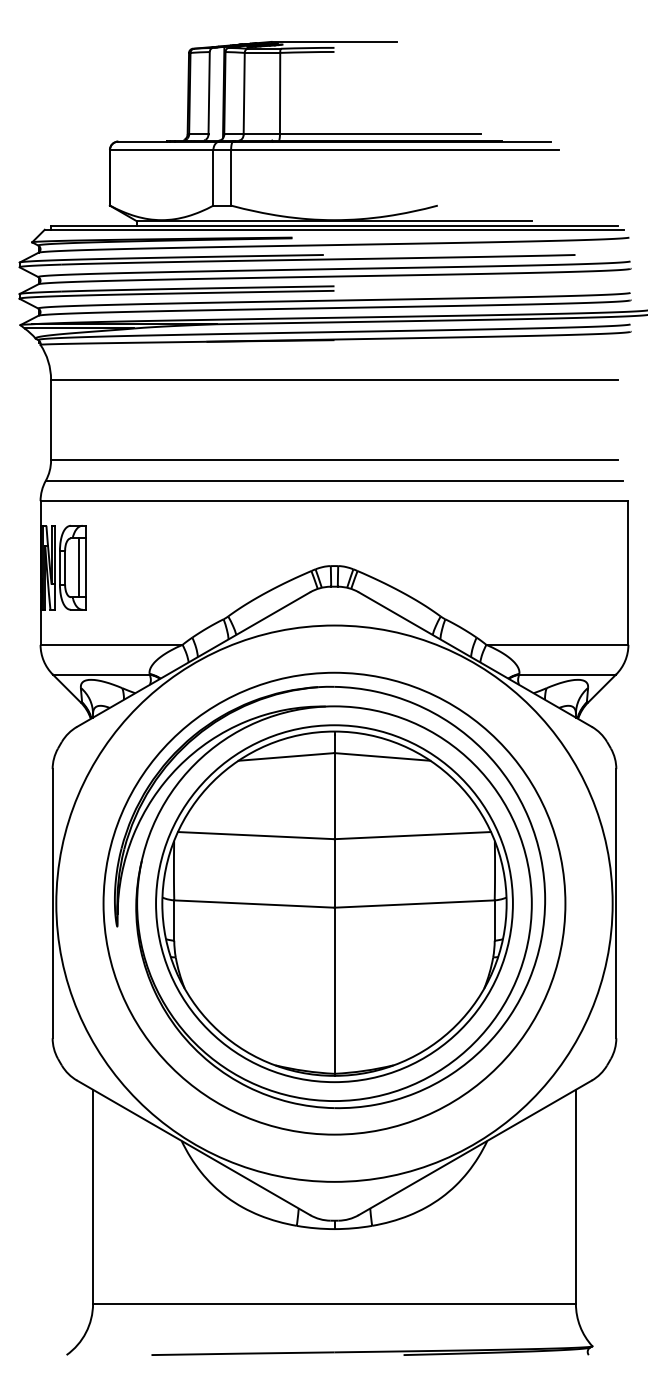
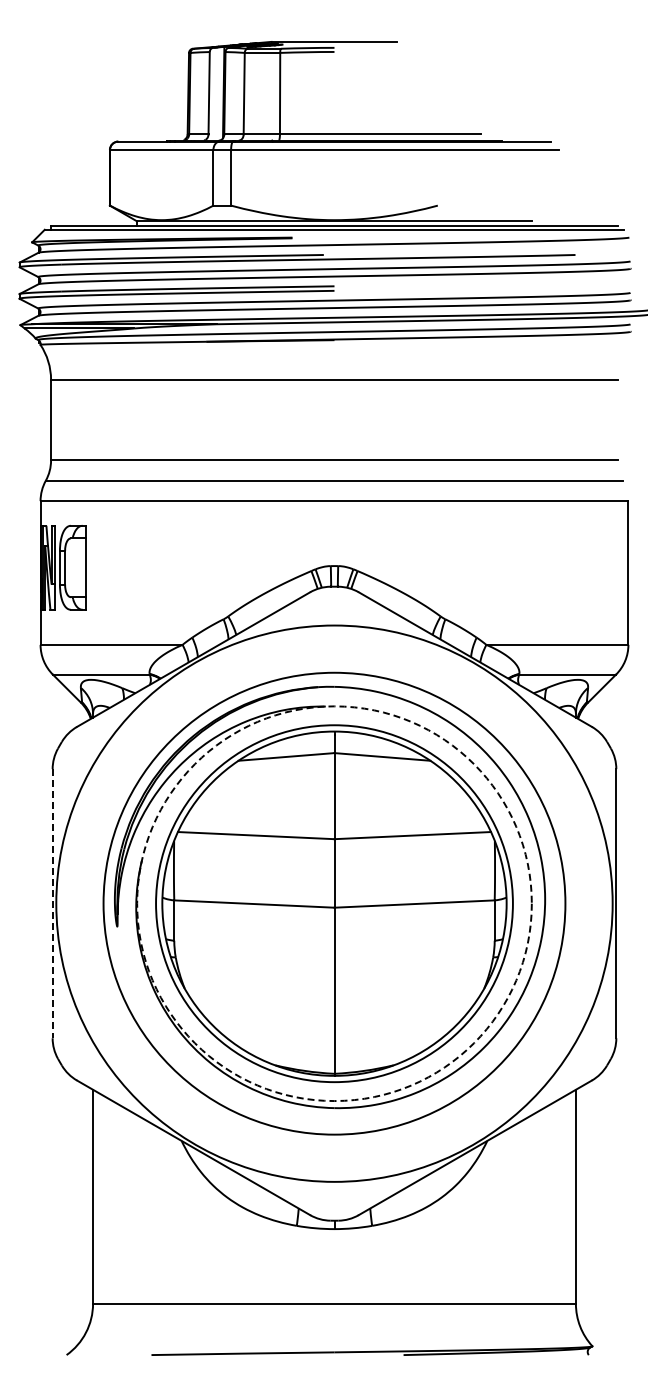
line at (78, 567): present -> none
line at (52, 903): solid -> dashed
circle at (334, 903): solid -> dashed
